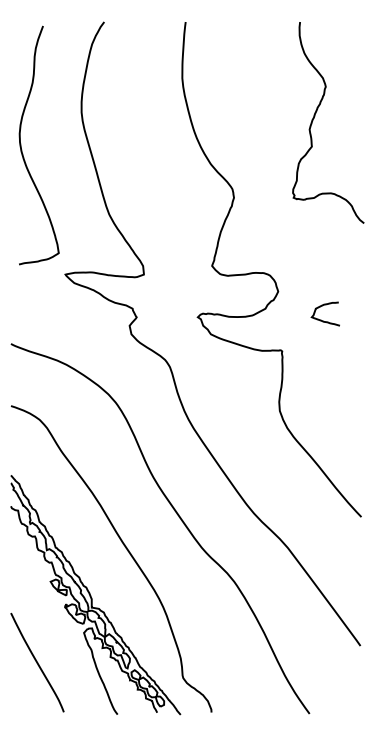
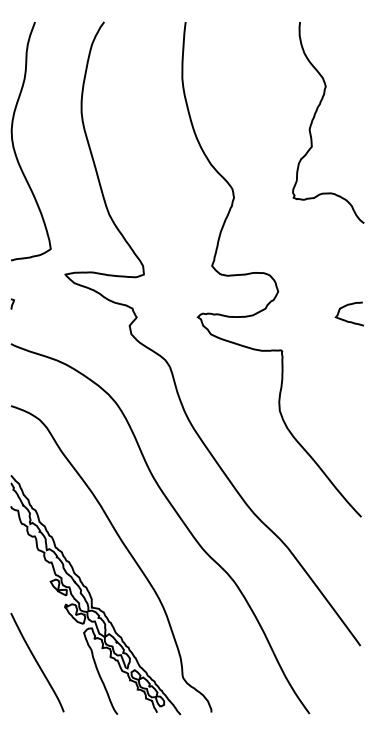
curve at (22, 149) position: (22, 149) -> (14, 145)
curve at (12, 303): none -> present
curve at (321, 319) position: (321, 319) -> (345, 319)
